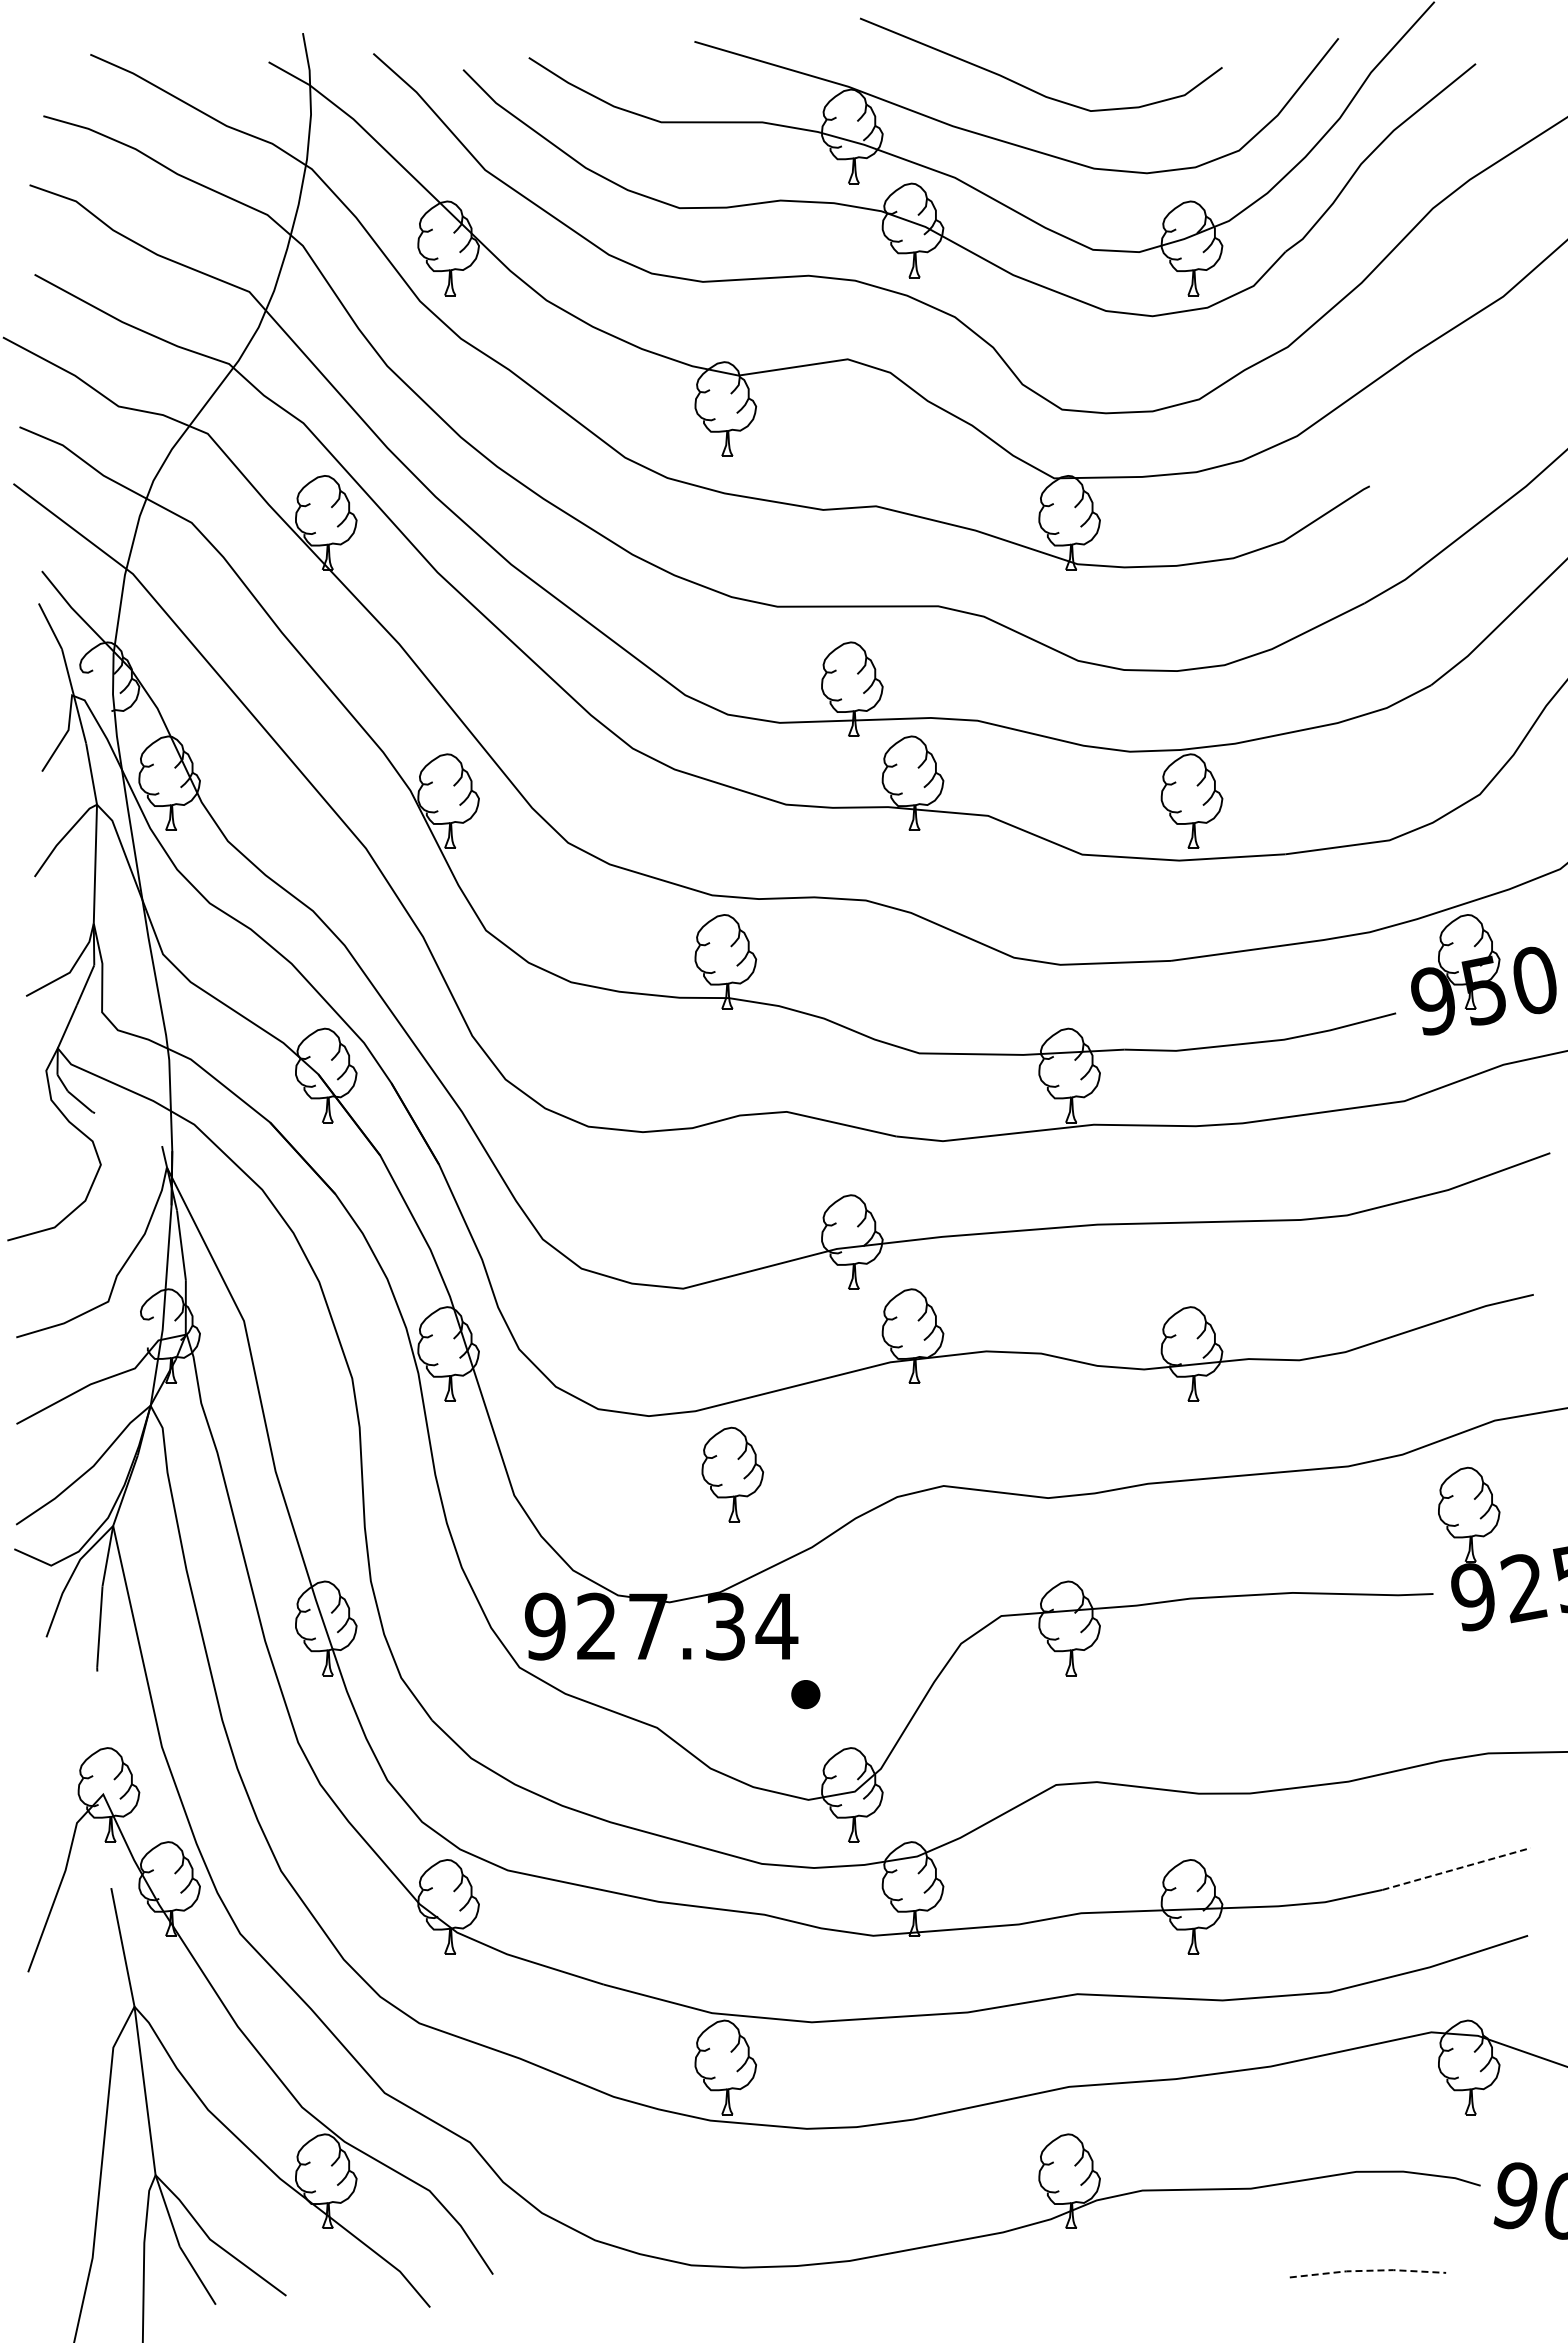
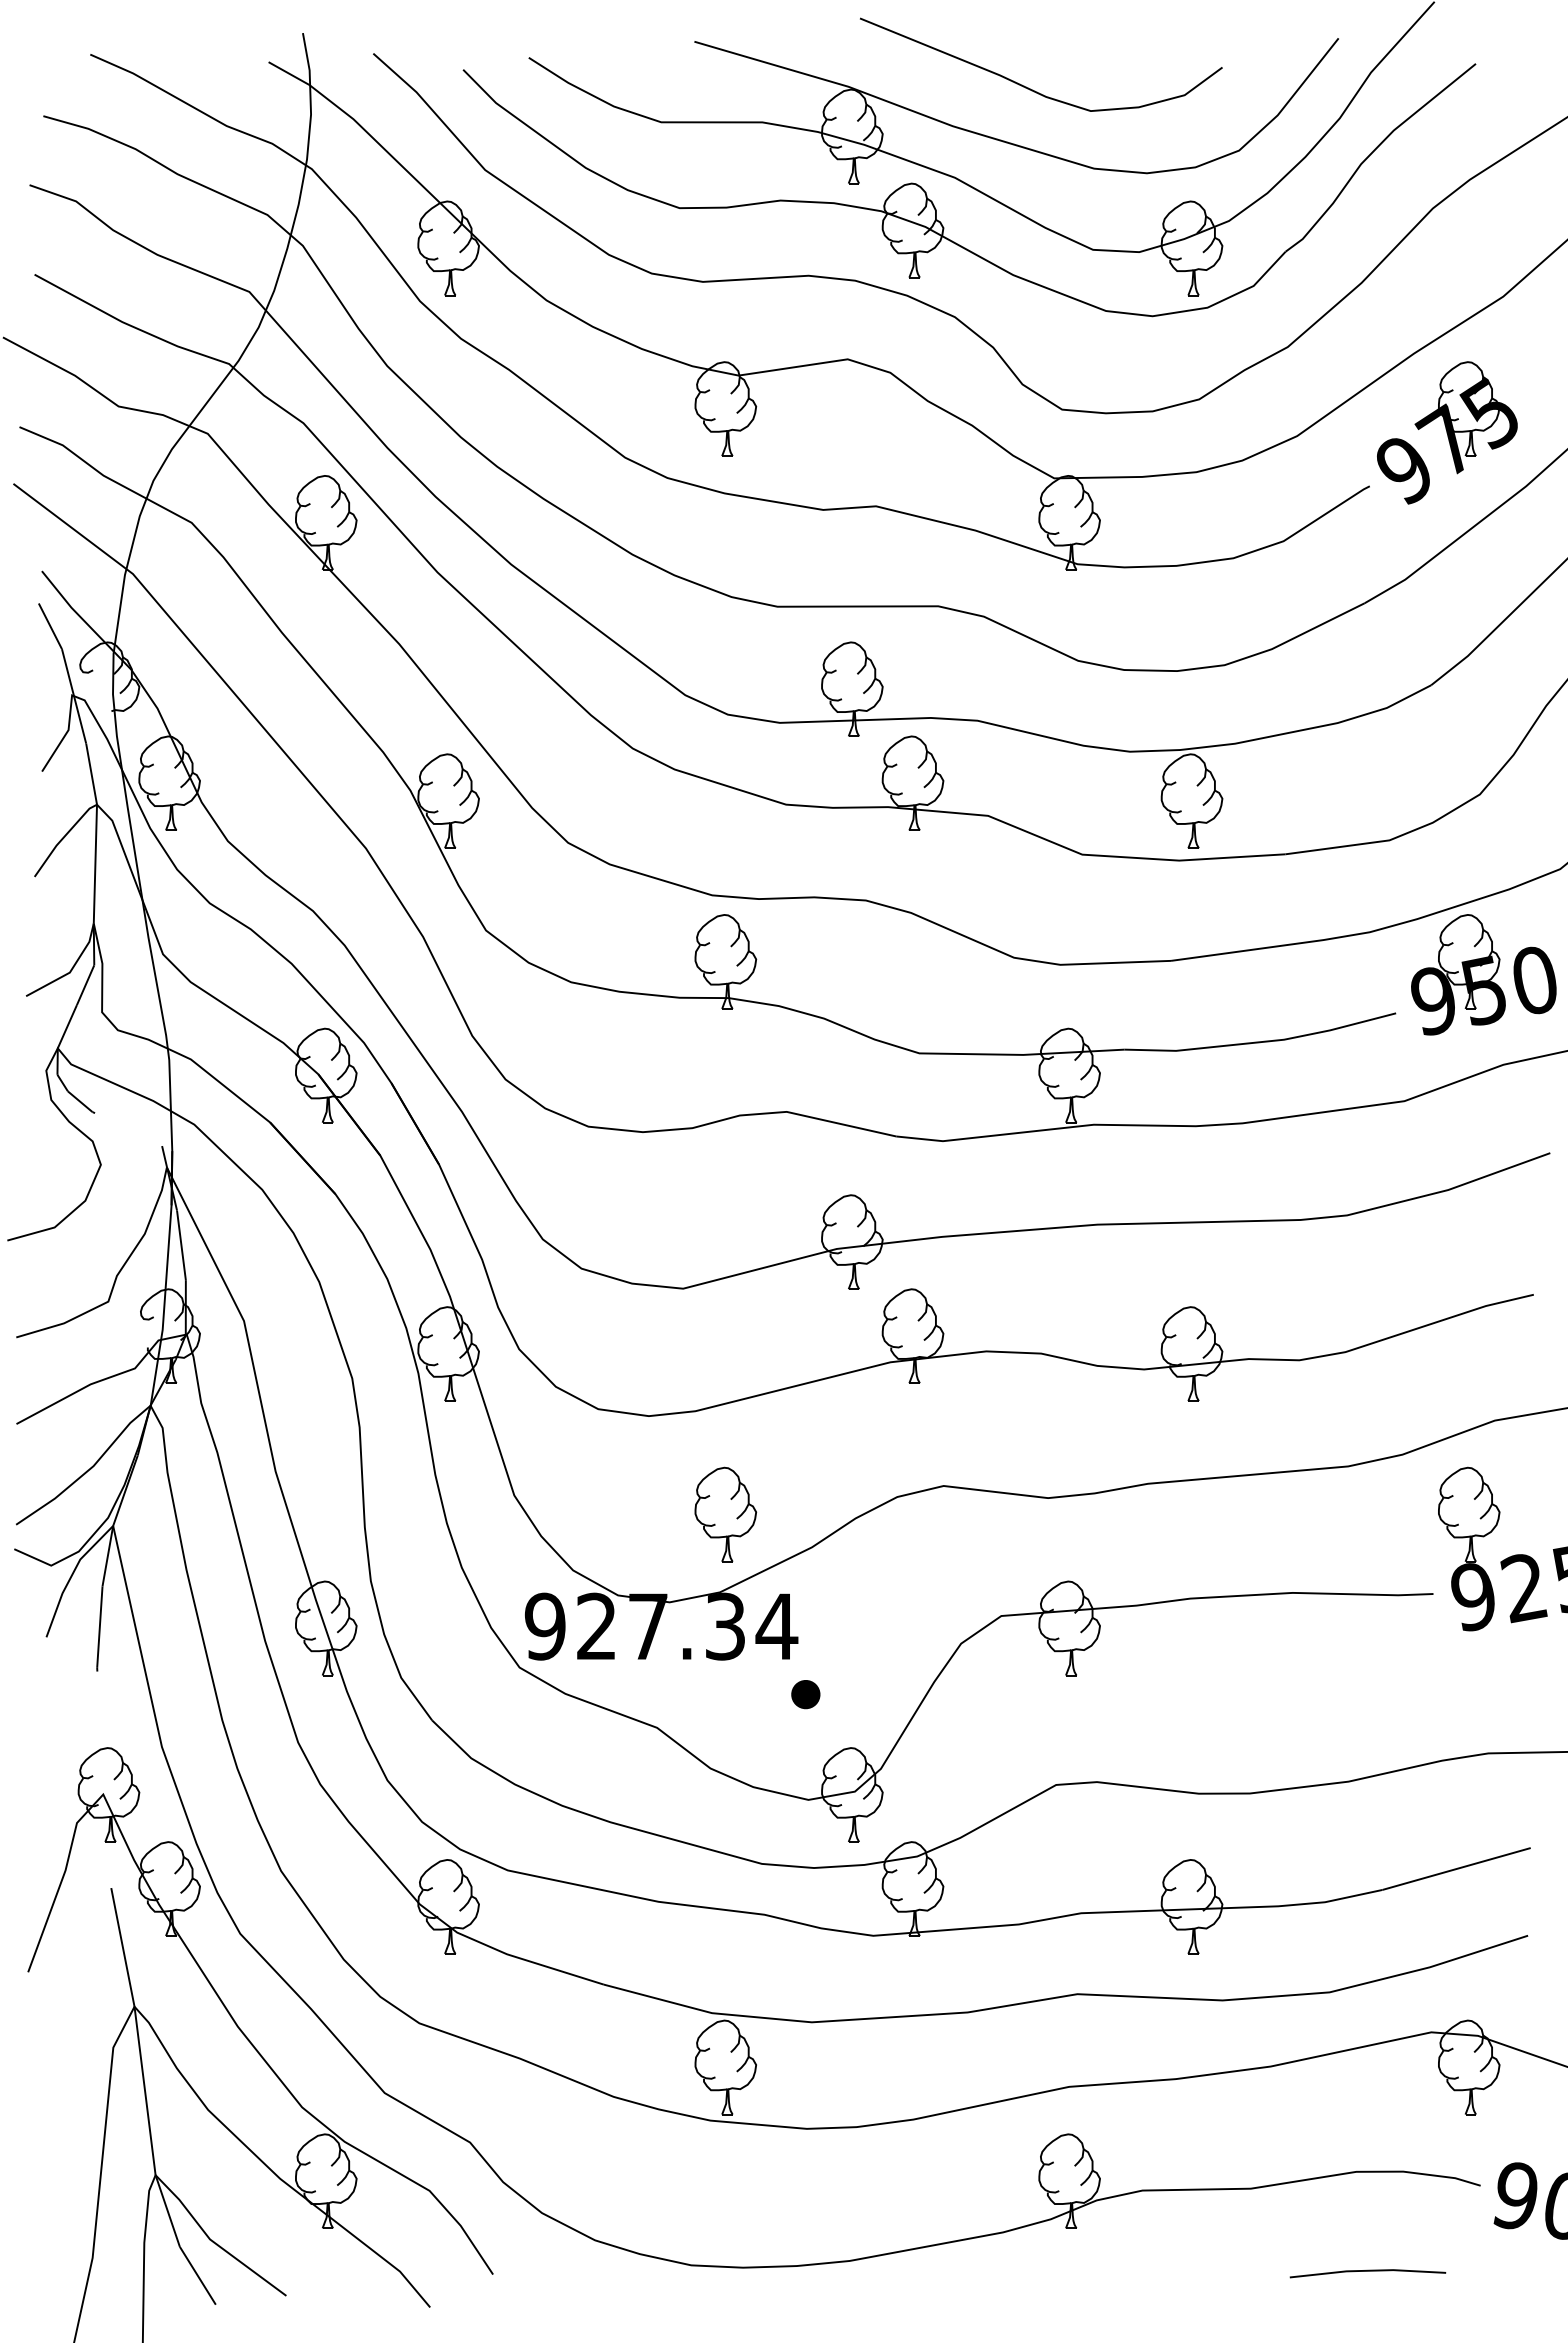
part at (1447, 432): none -> present
part at (732, 1474) position: (732, 1474) -> (725, 1514)
line at (1457, 1868): dashed -> solid
line at (1368, 2270): dashed -> solid
